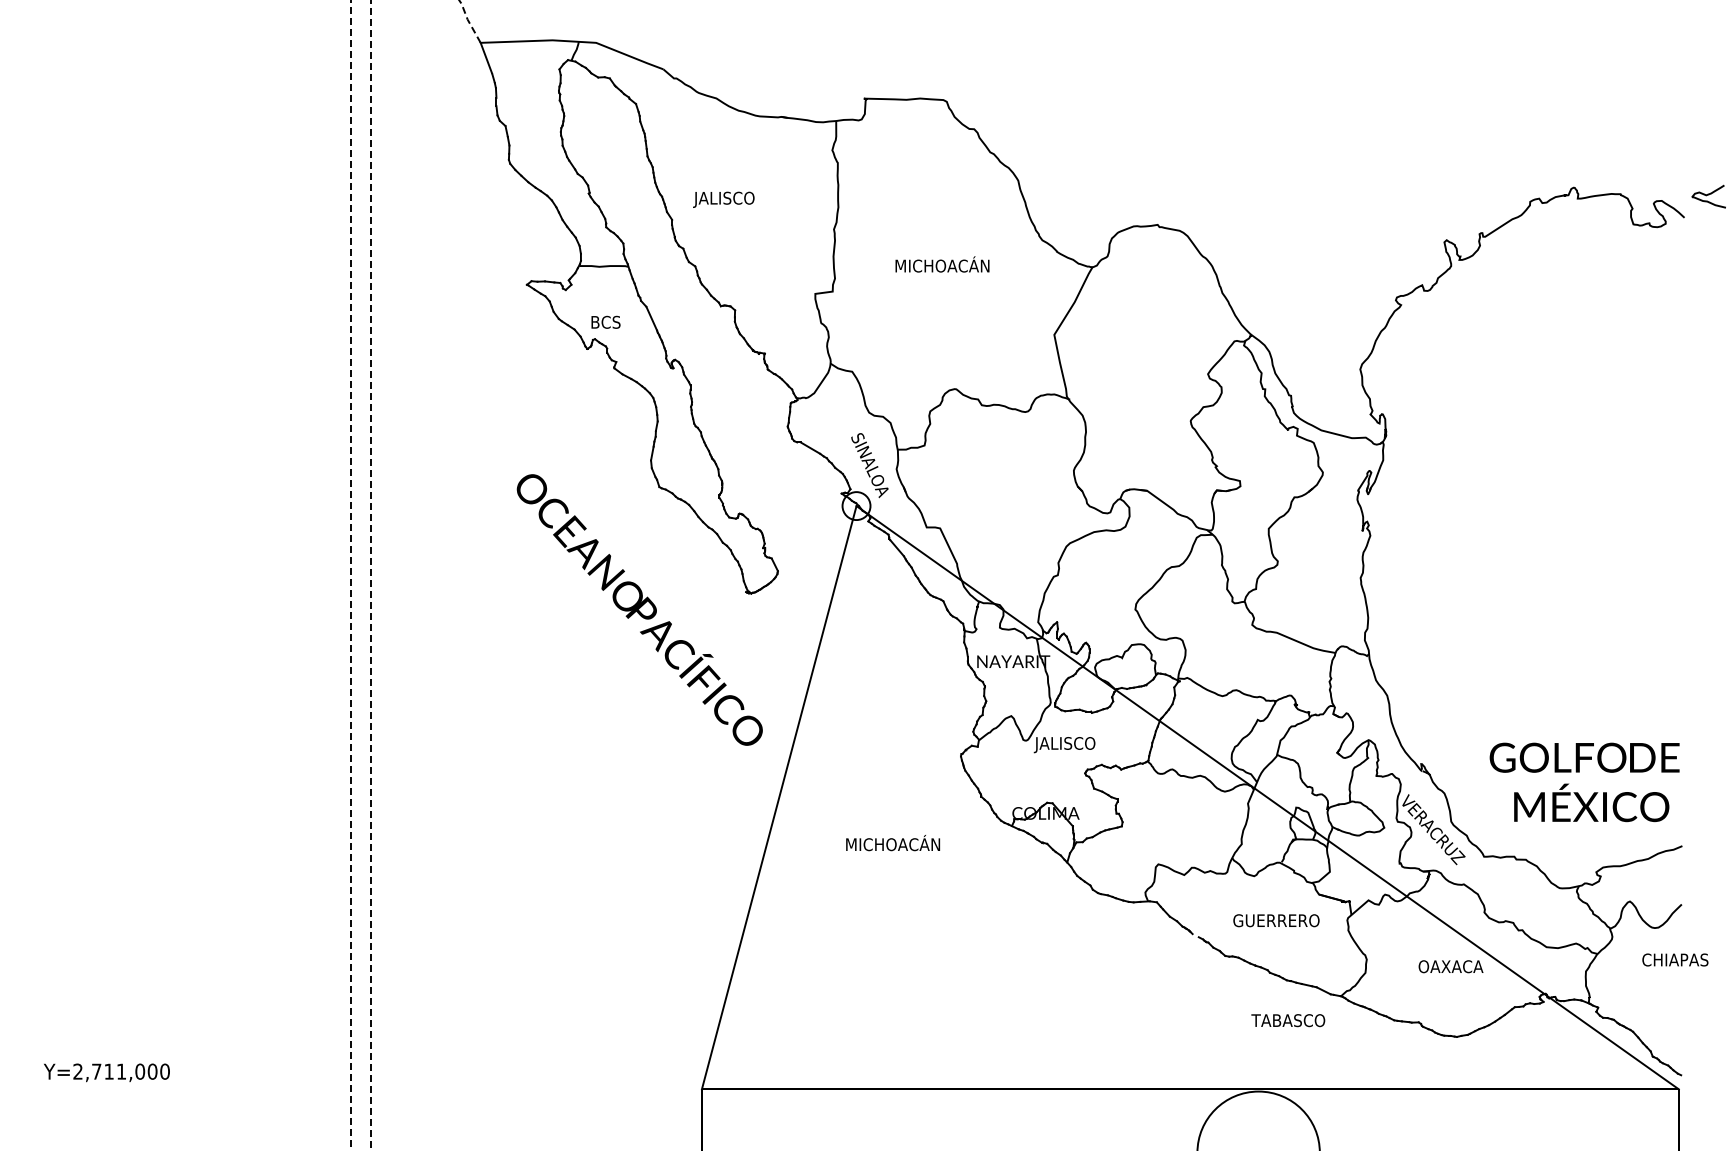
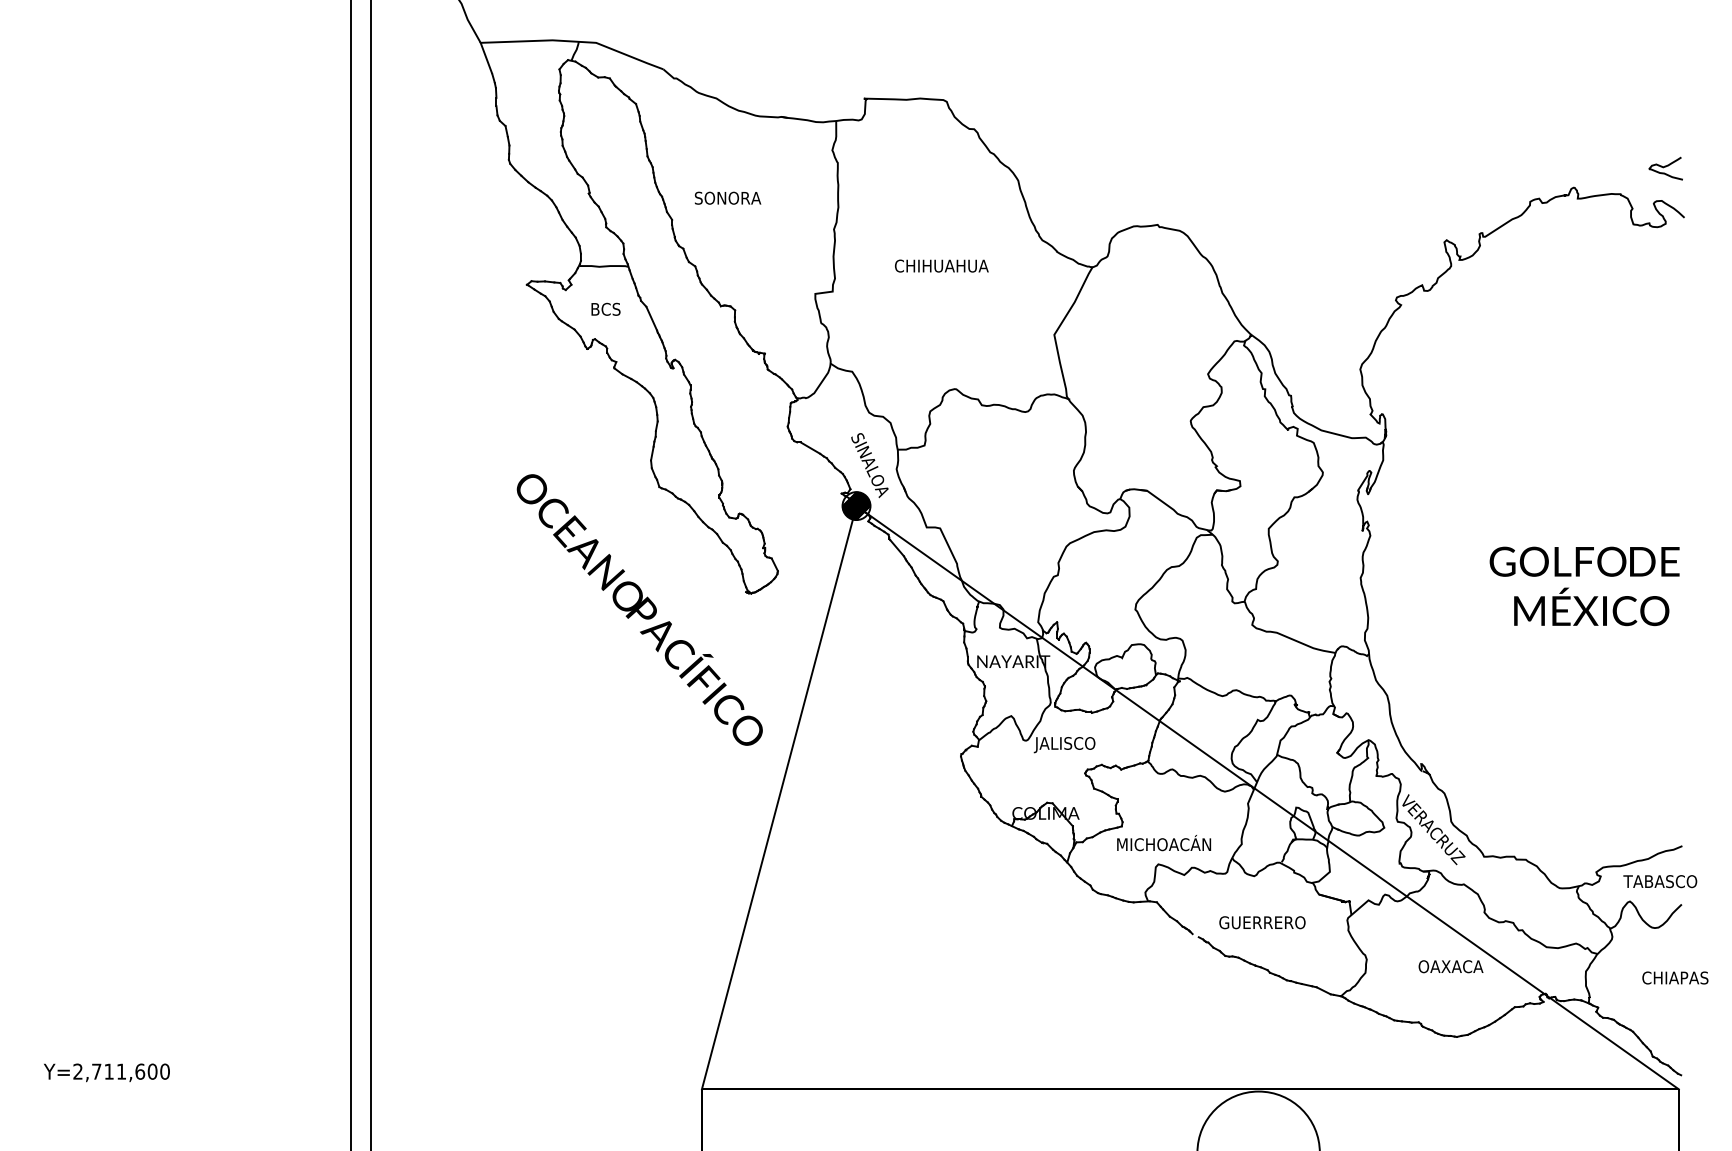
line at (468, 20): dashed -> solid
curve at (1708, 195) position: (1708, 195) -> (1665, 167)
text at (727, 199): JALISCO -> SONORA
text at (942, 264): MICHOACÁN -> CHIHUAHUA
text at (605, 321) position: (605, 321) -> (605, 308)
hatch at (856, 506): none -> present
line at (370, 575): dashed -> solid
line at (350, 576): dashed -> solid
text at (1584, 782) position: (1584, 782) -> (1584, 586)
text at (893, 843) position: (893, 843) -> (1164, 843)
text at (1276, 920) position: (1276, 920) -> (1262, 922)
text at (1675, 959) position: (1675, 959) -> (1675, 977)
text at (1288, 1020) position: (1288, 1020) -> (1660, 881)
text at (140, 1071): Y=2,711,000 -> Y=2,711,600
